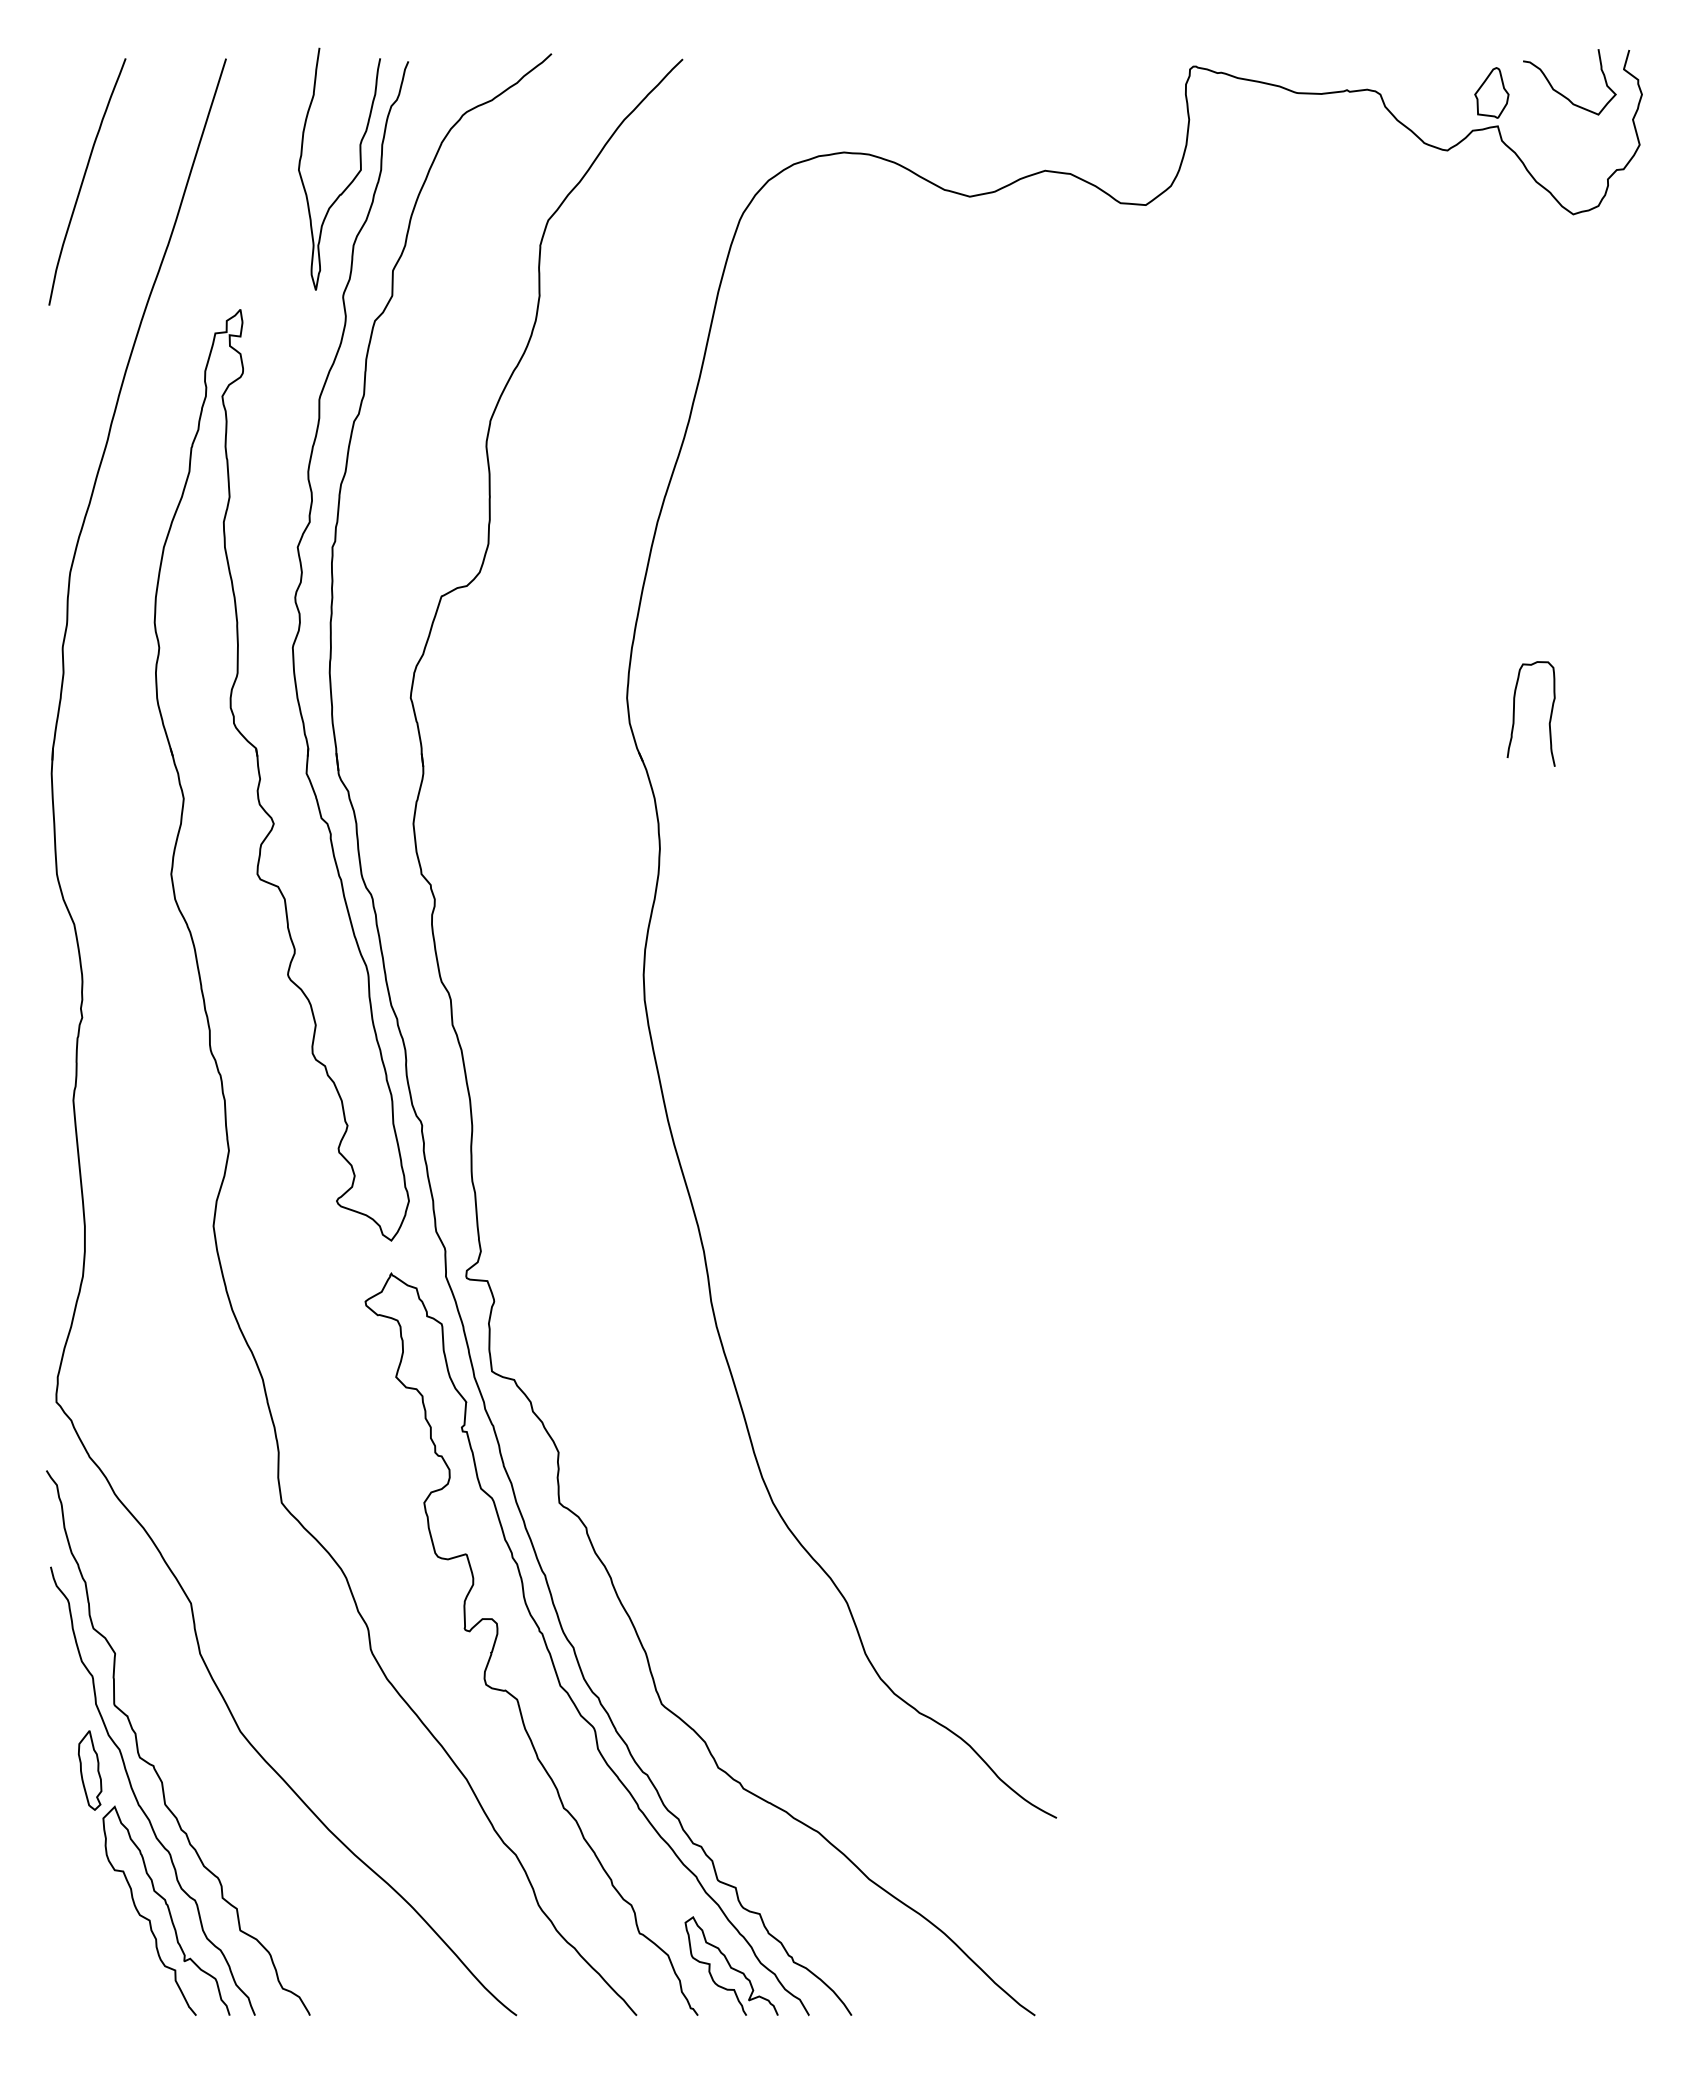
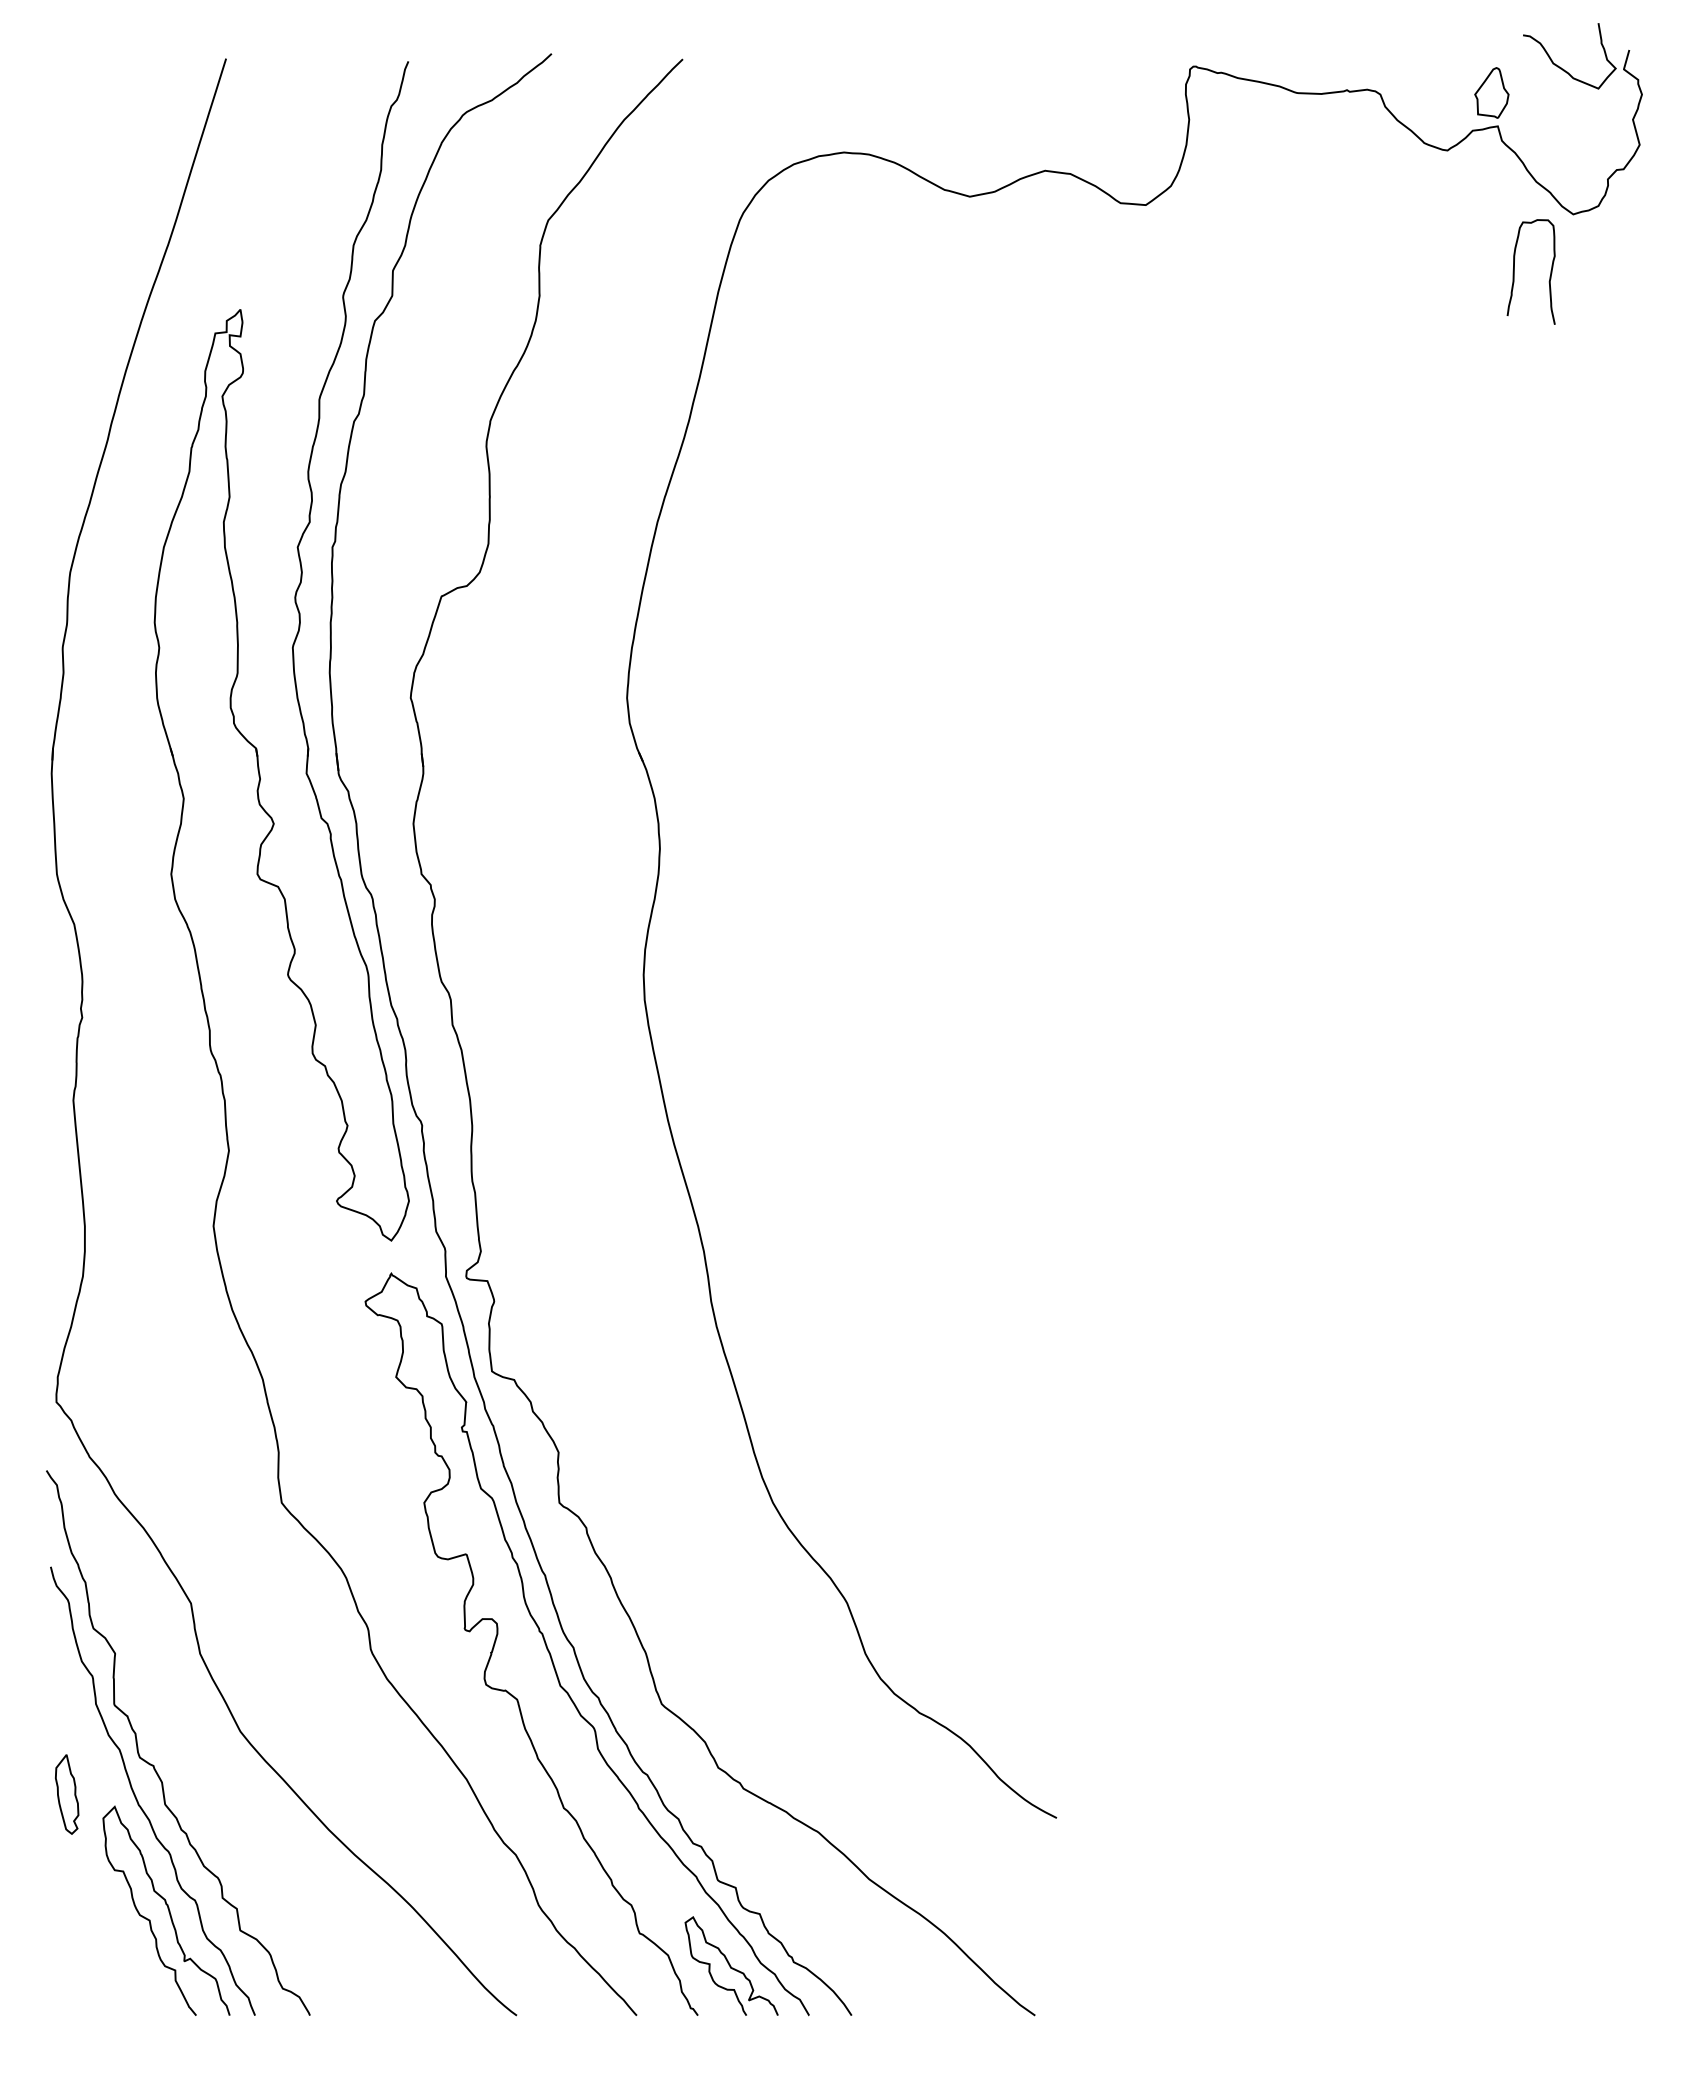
curve at (1563, 94) position: (1563, 94) -> (1563, 68)
curve at (84, 179): present -> none
curve at (352, 179): present -> none
curve at (1514, 713) position: (1514, 713) -> (1514, 271)
part at (90, 1770) position: (90, 1770) -> (67, 1794)
